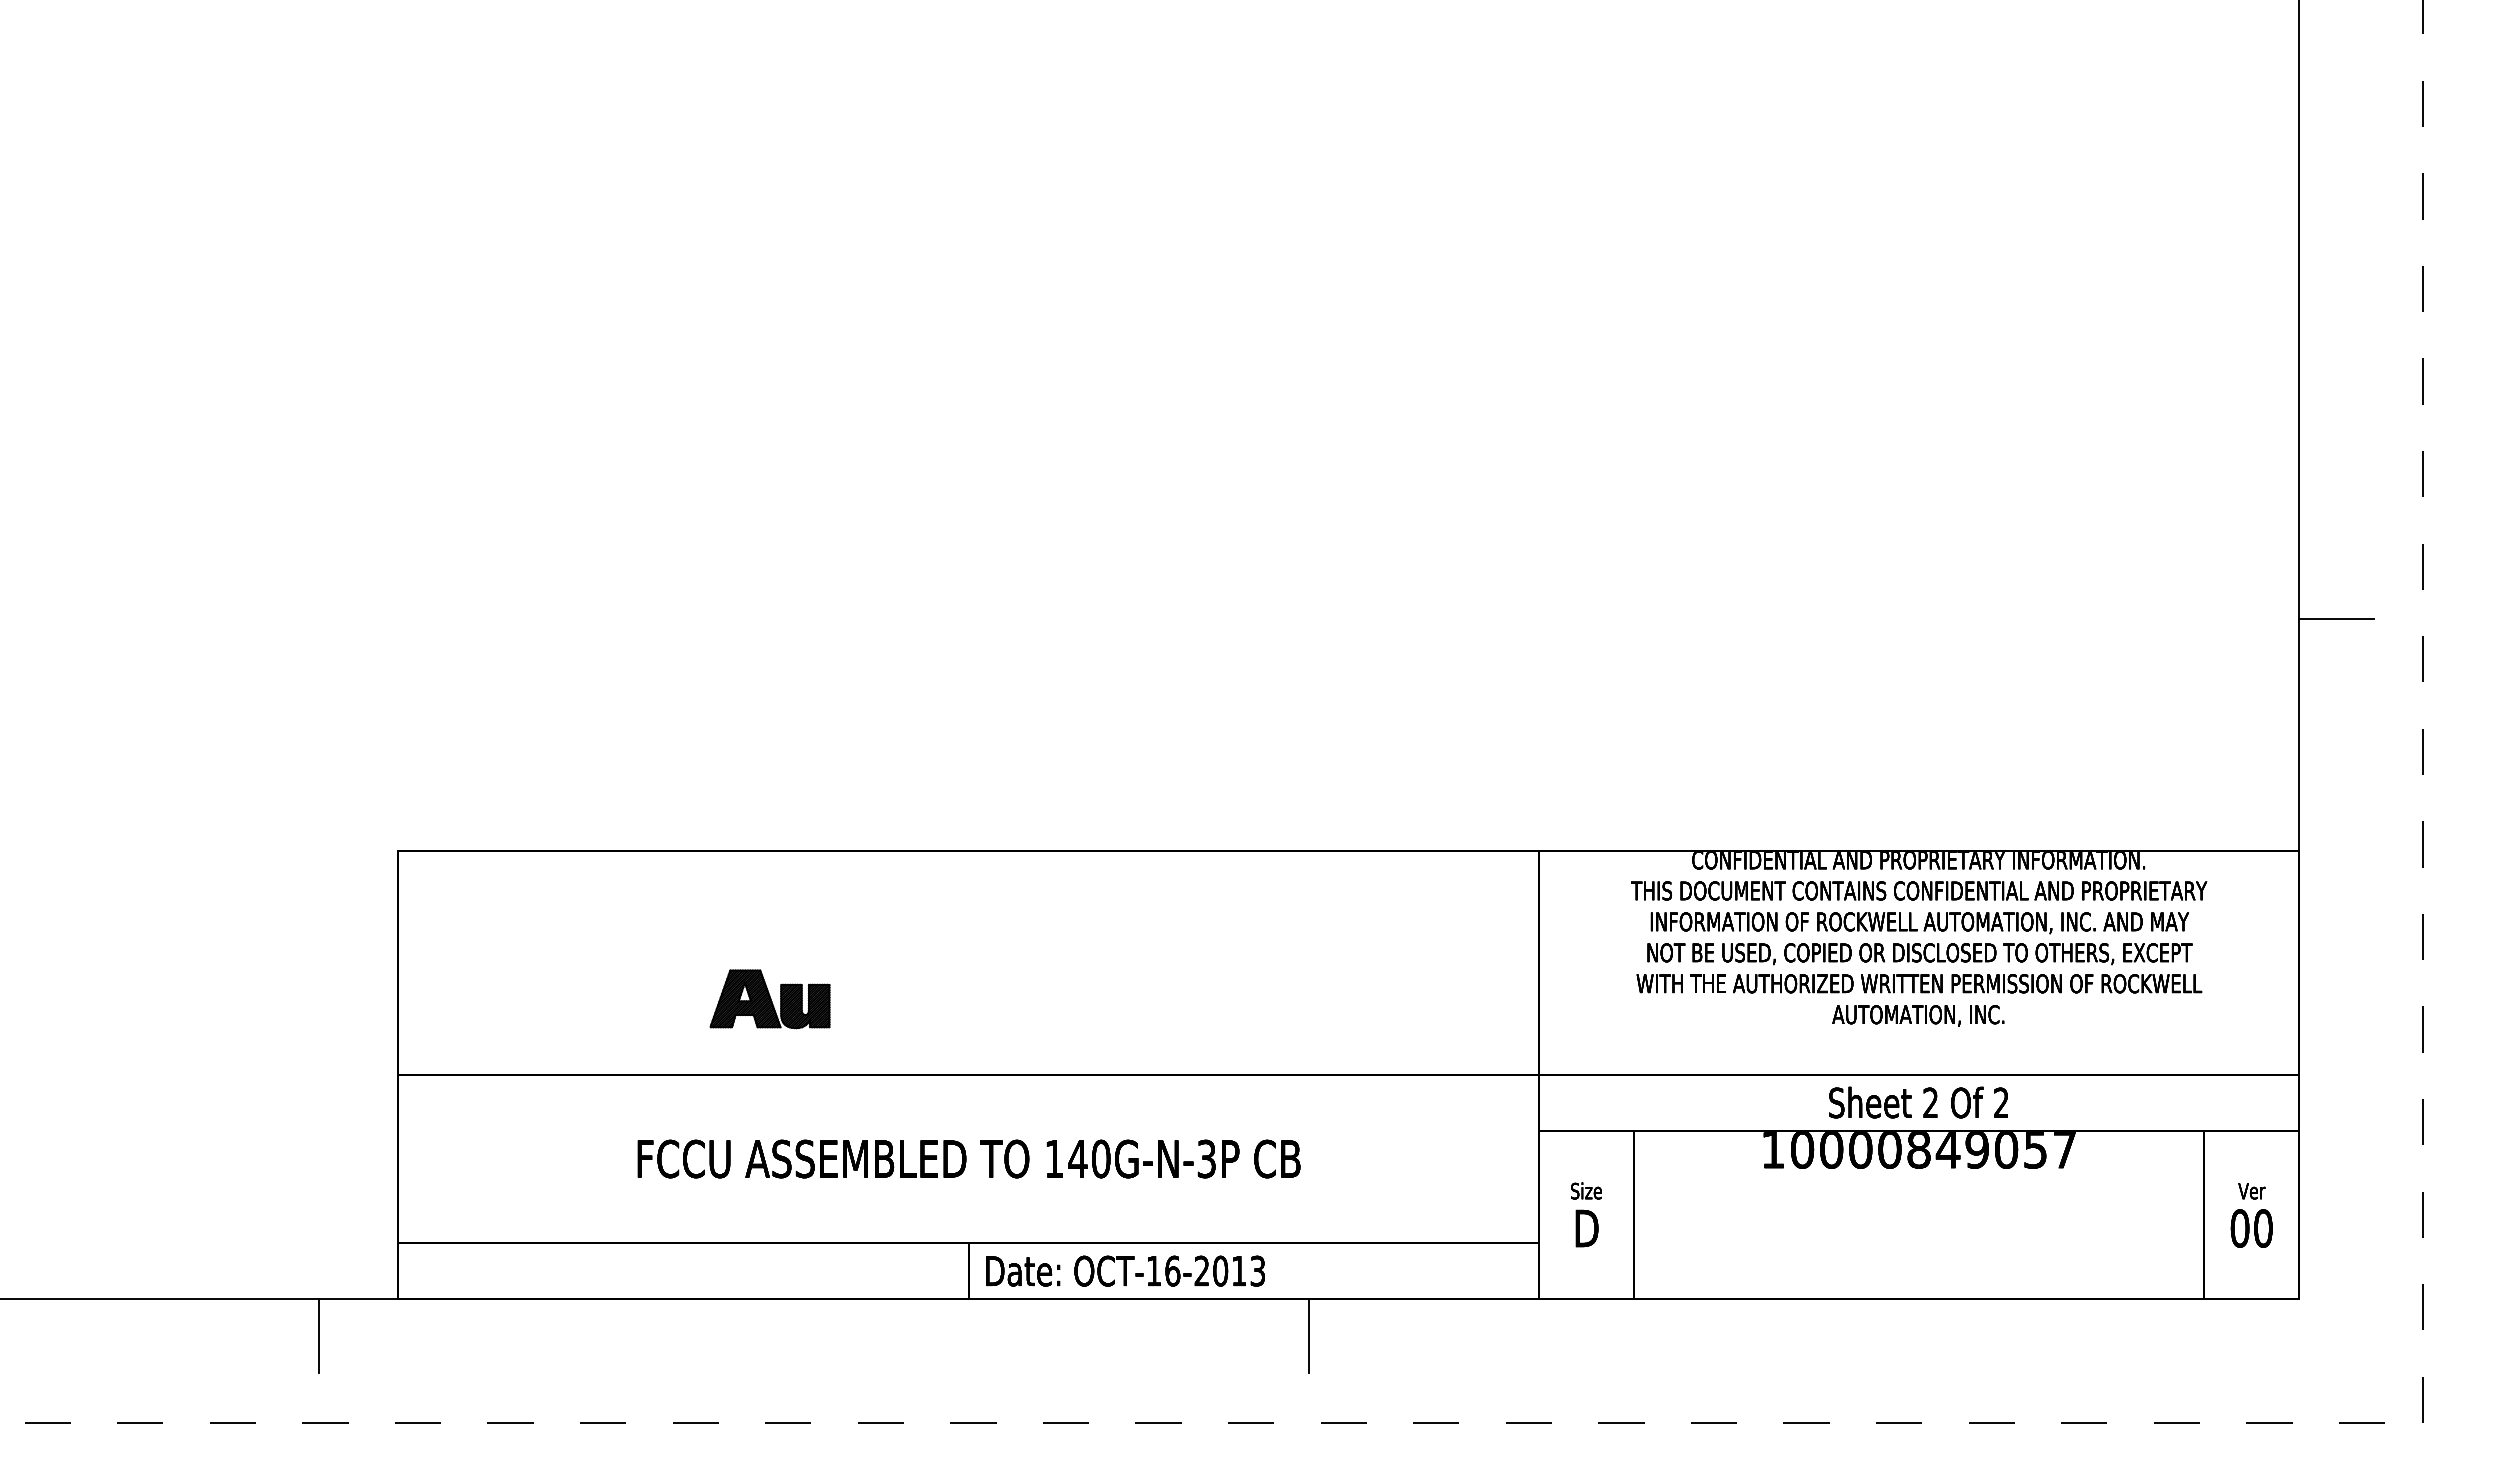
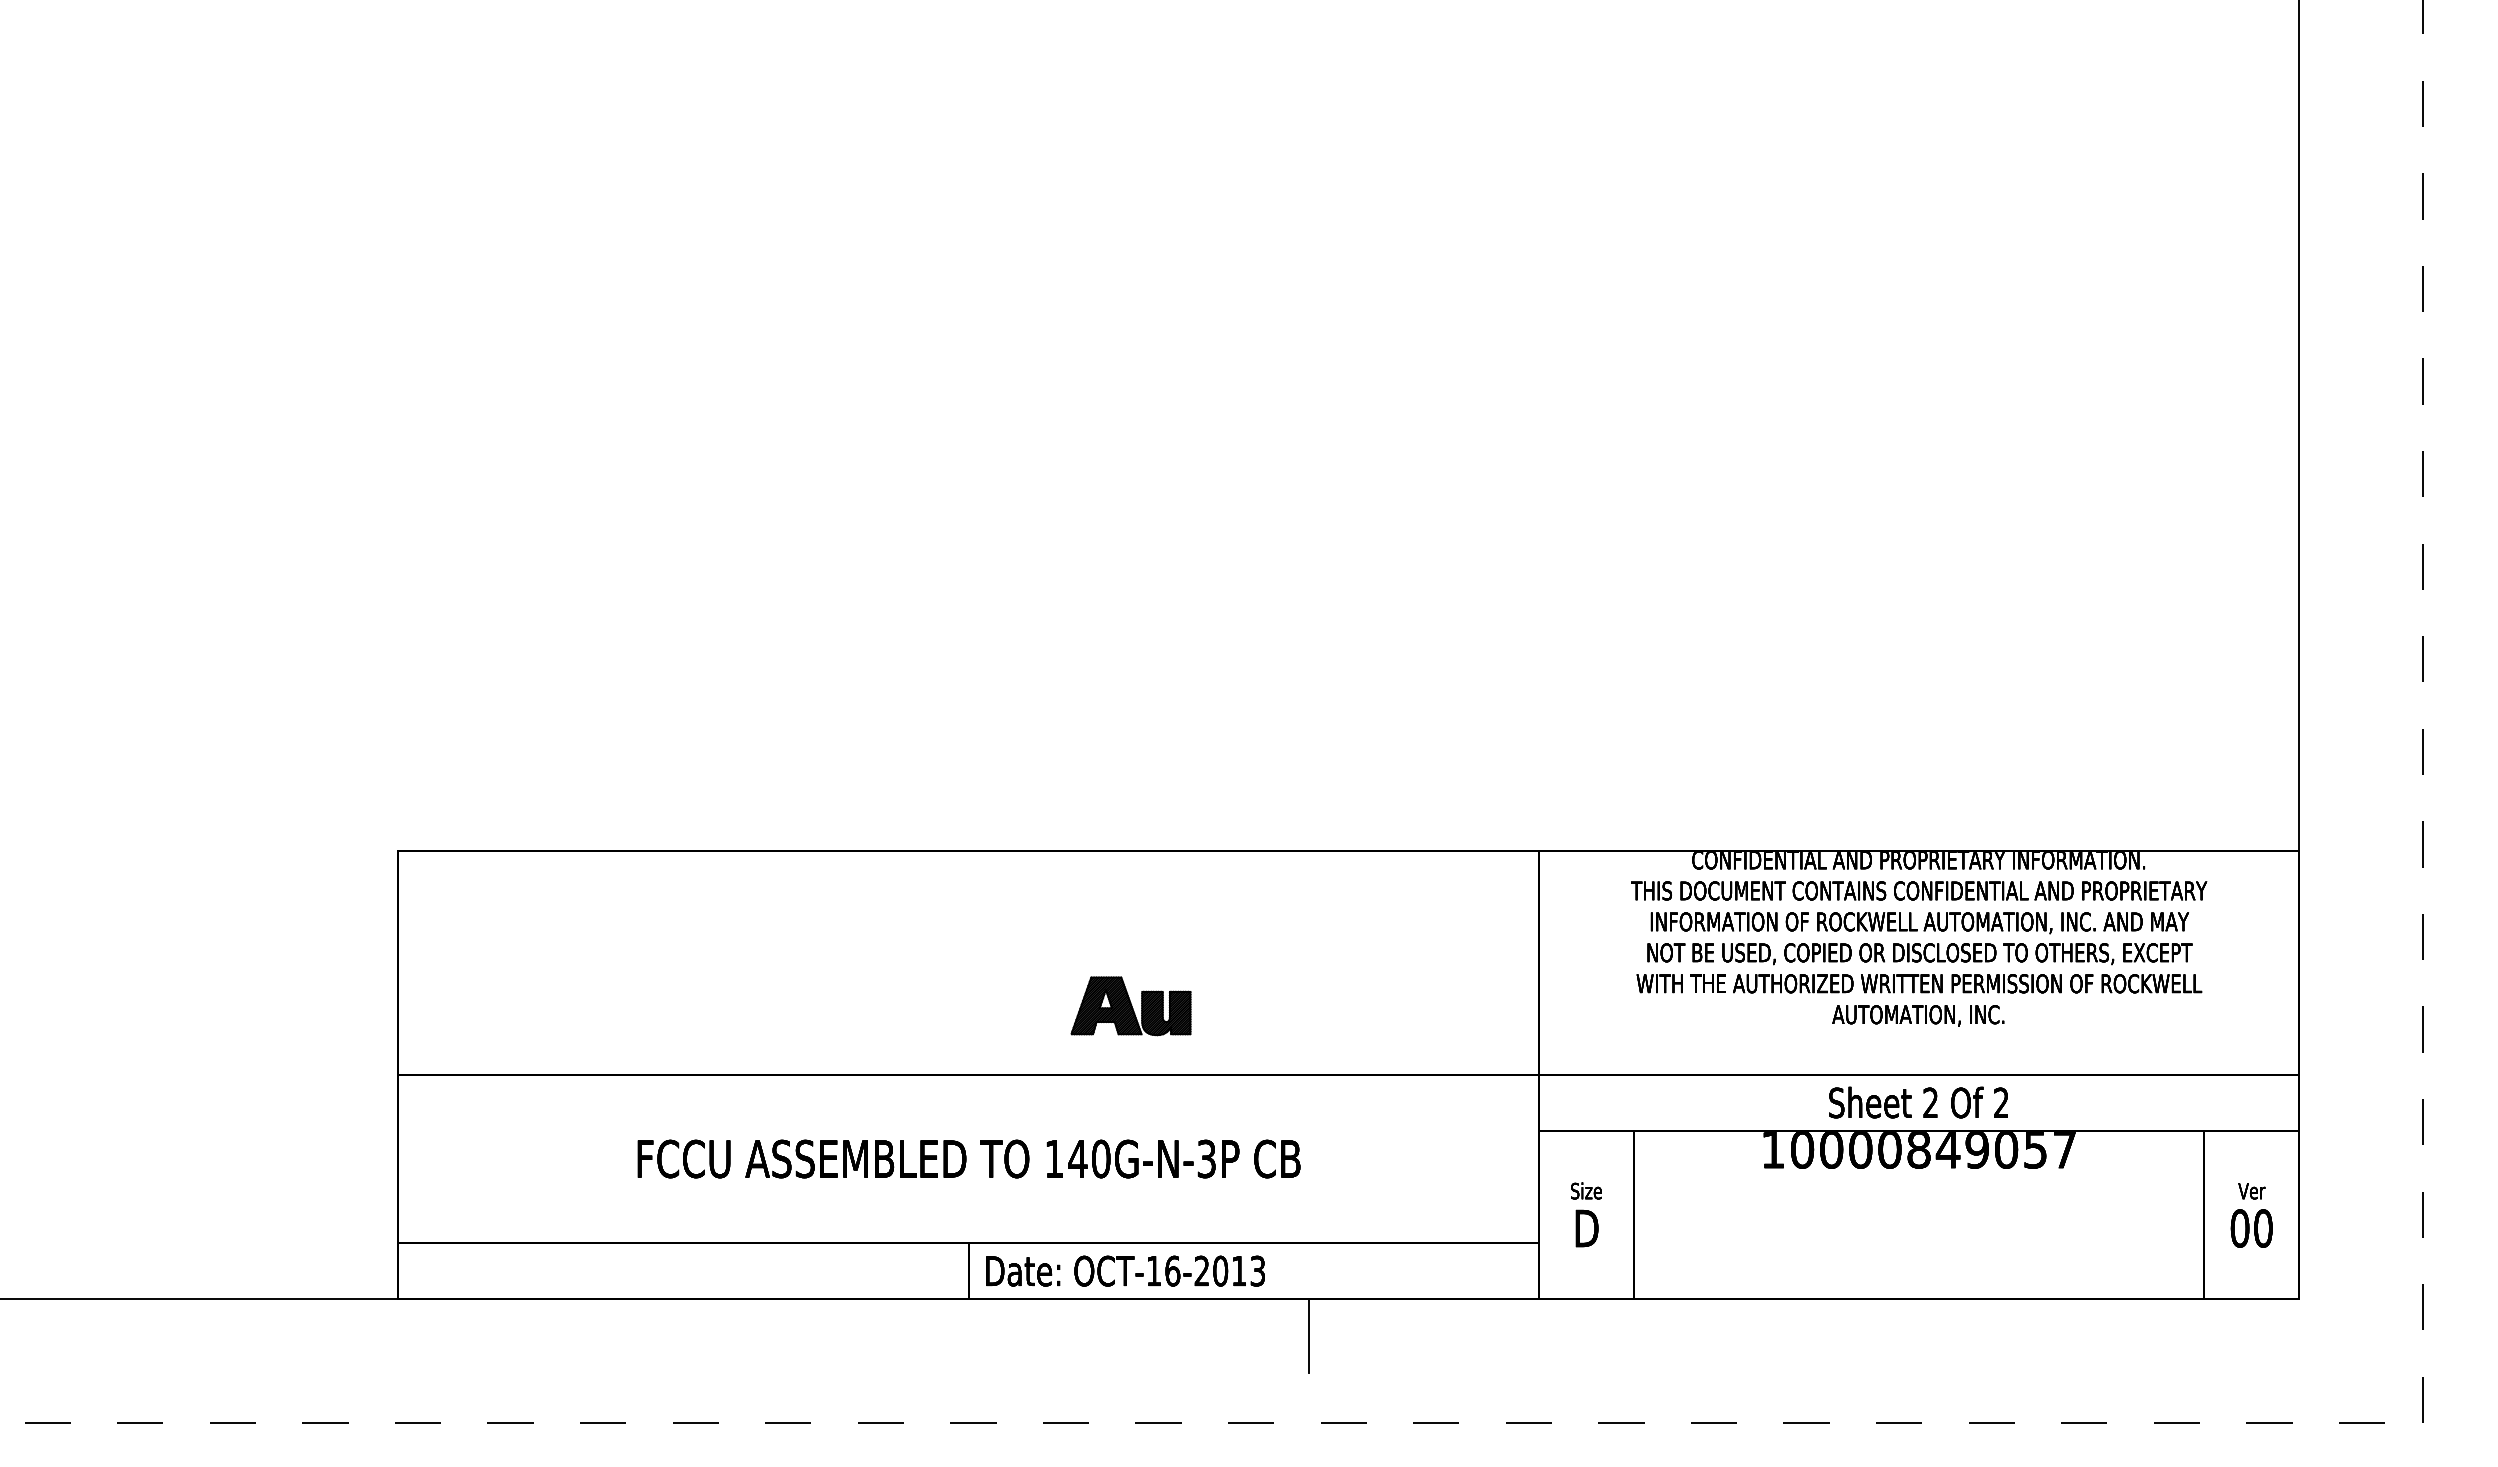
line at (2336, 618): present -> none
part at (769, 999) position: (769, 999) -> (1130, 1006)
line at (319, 1336): present -> none
